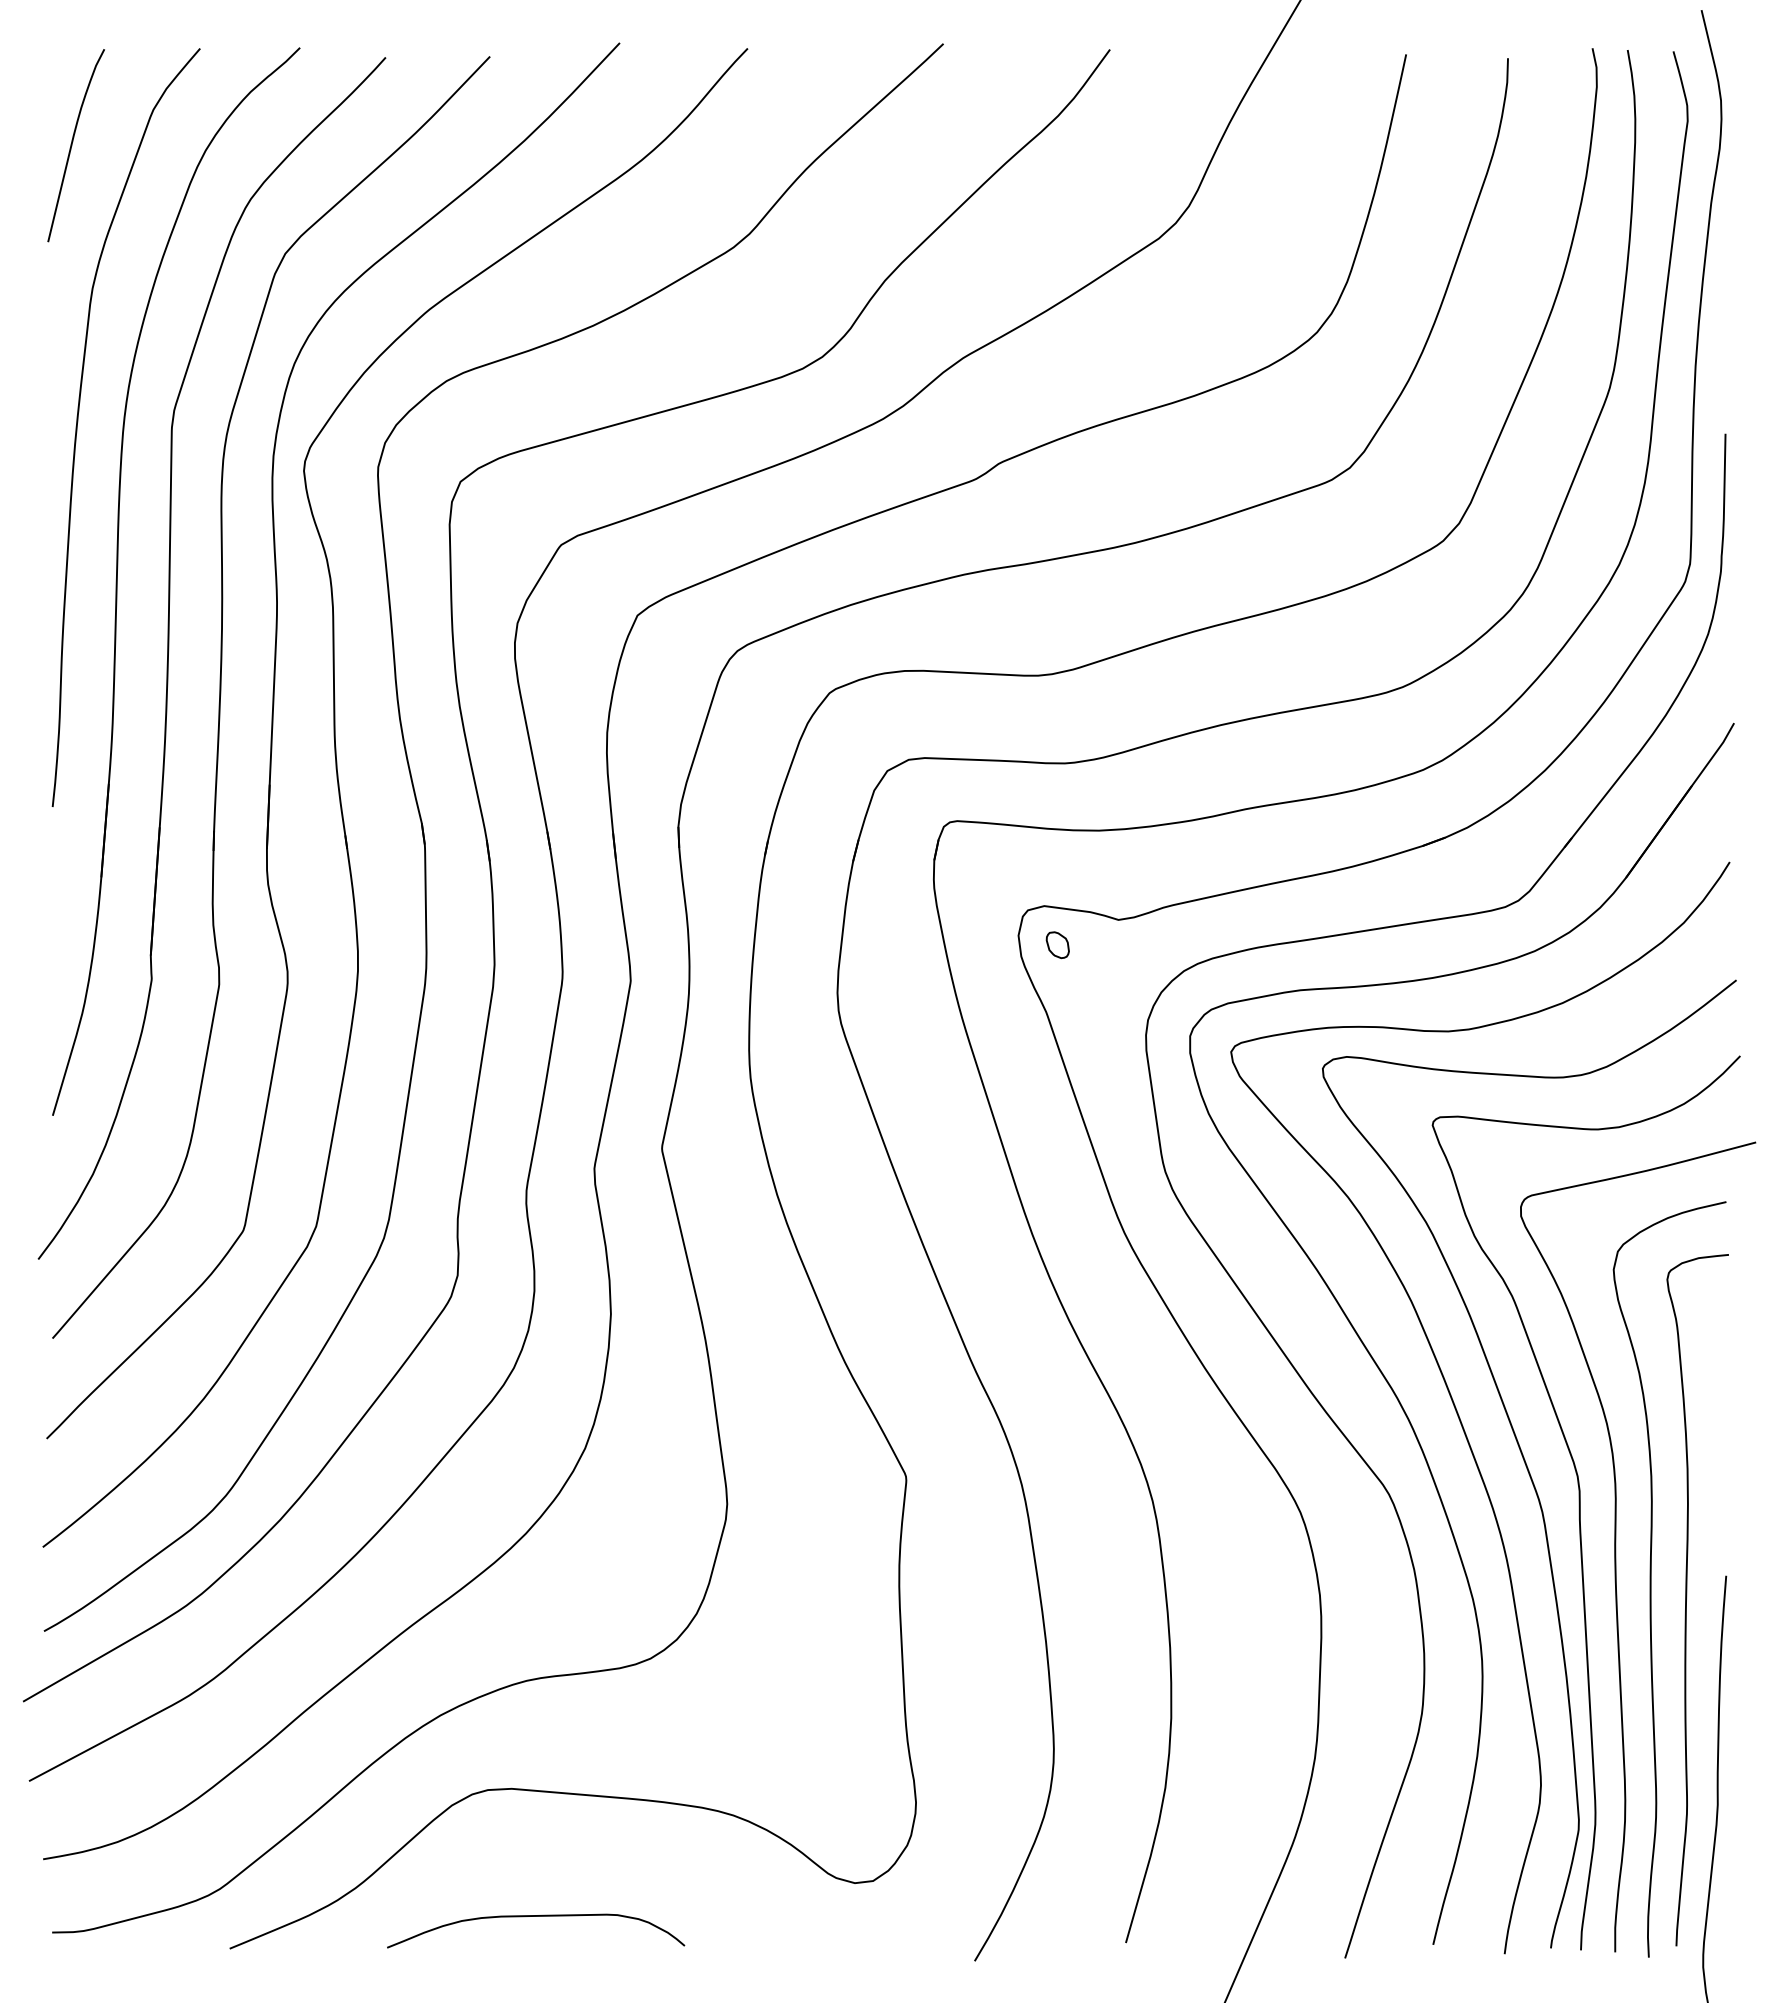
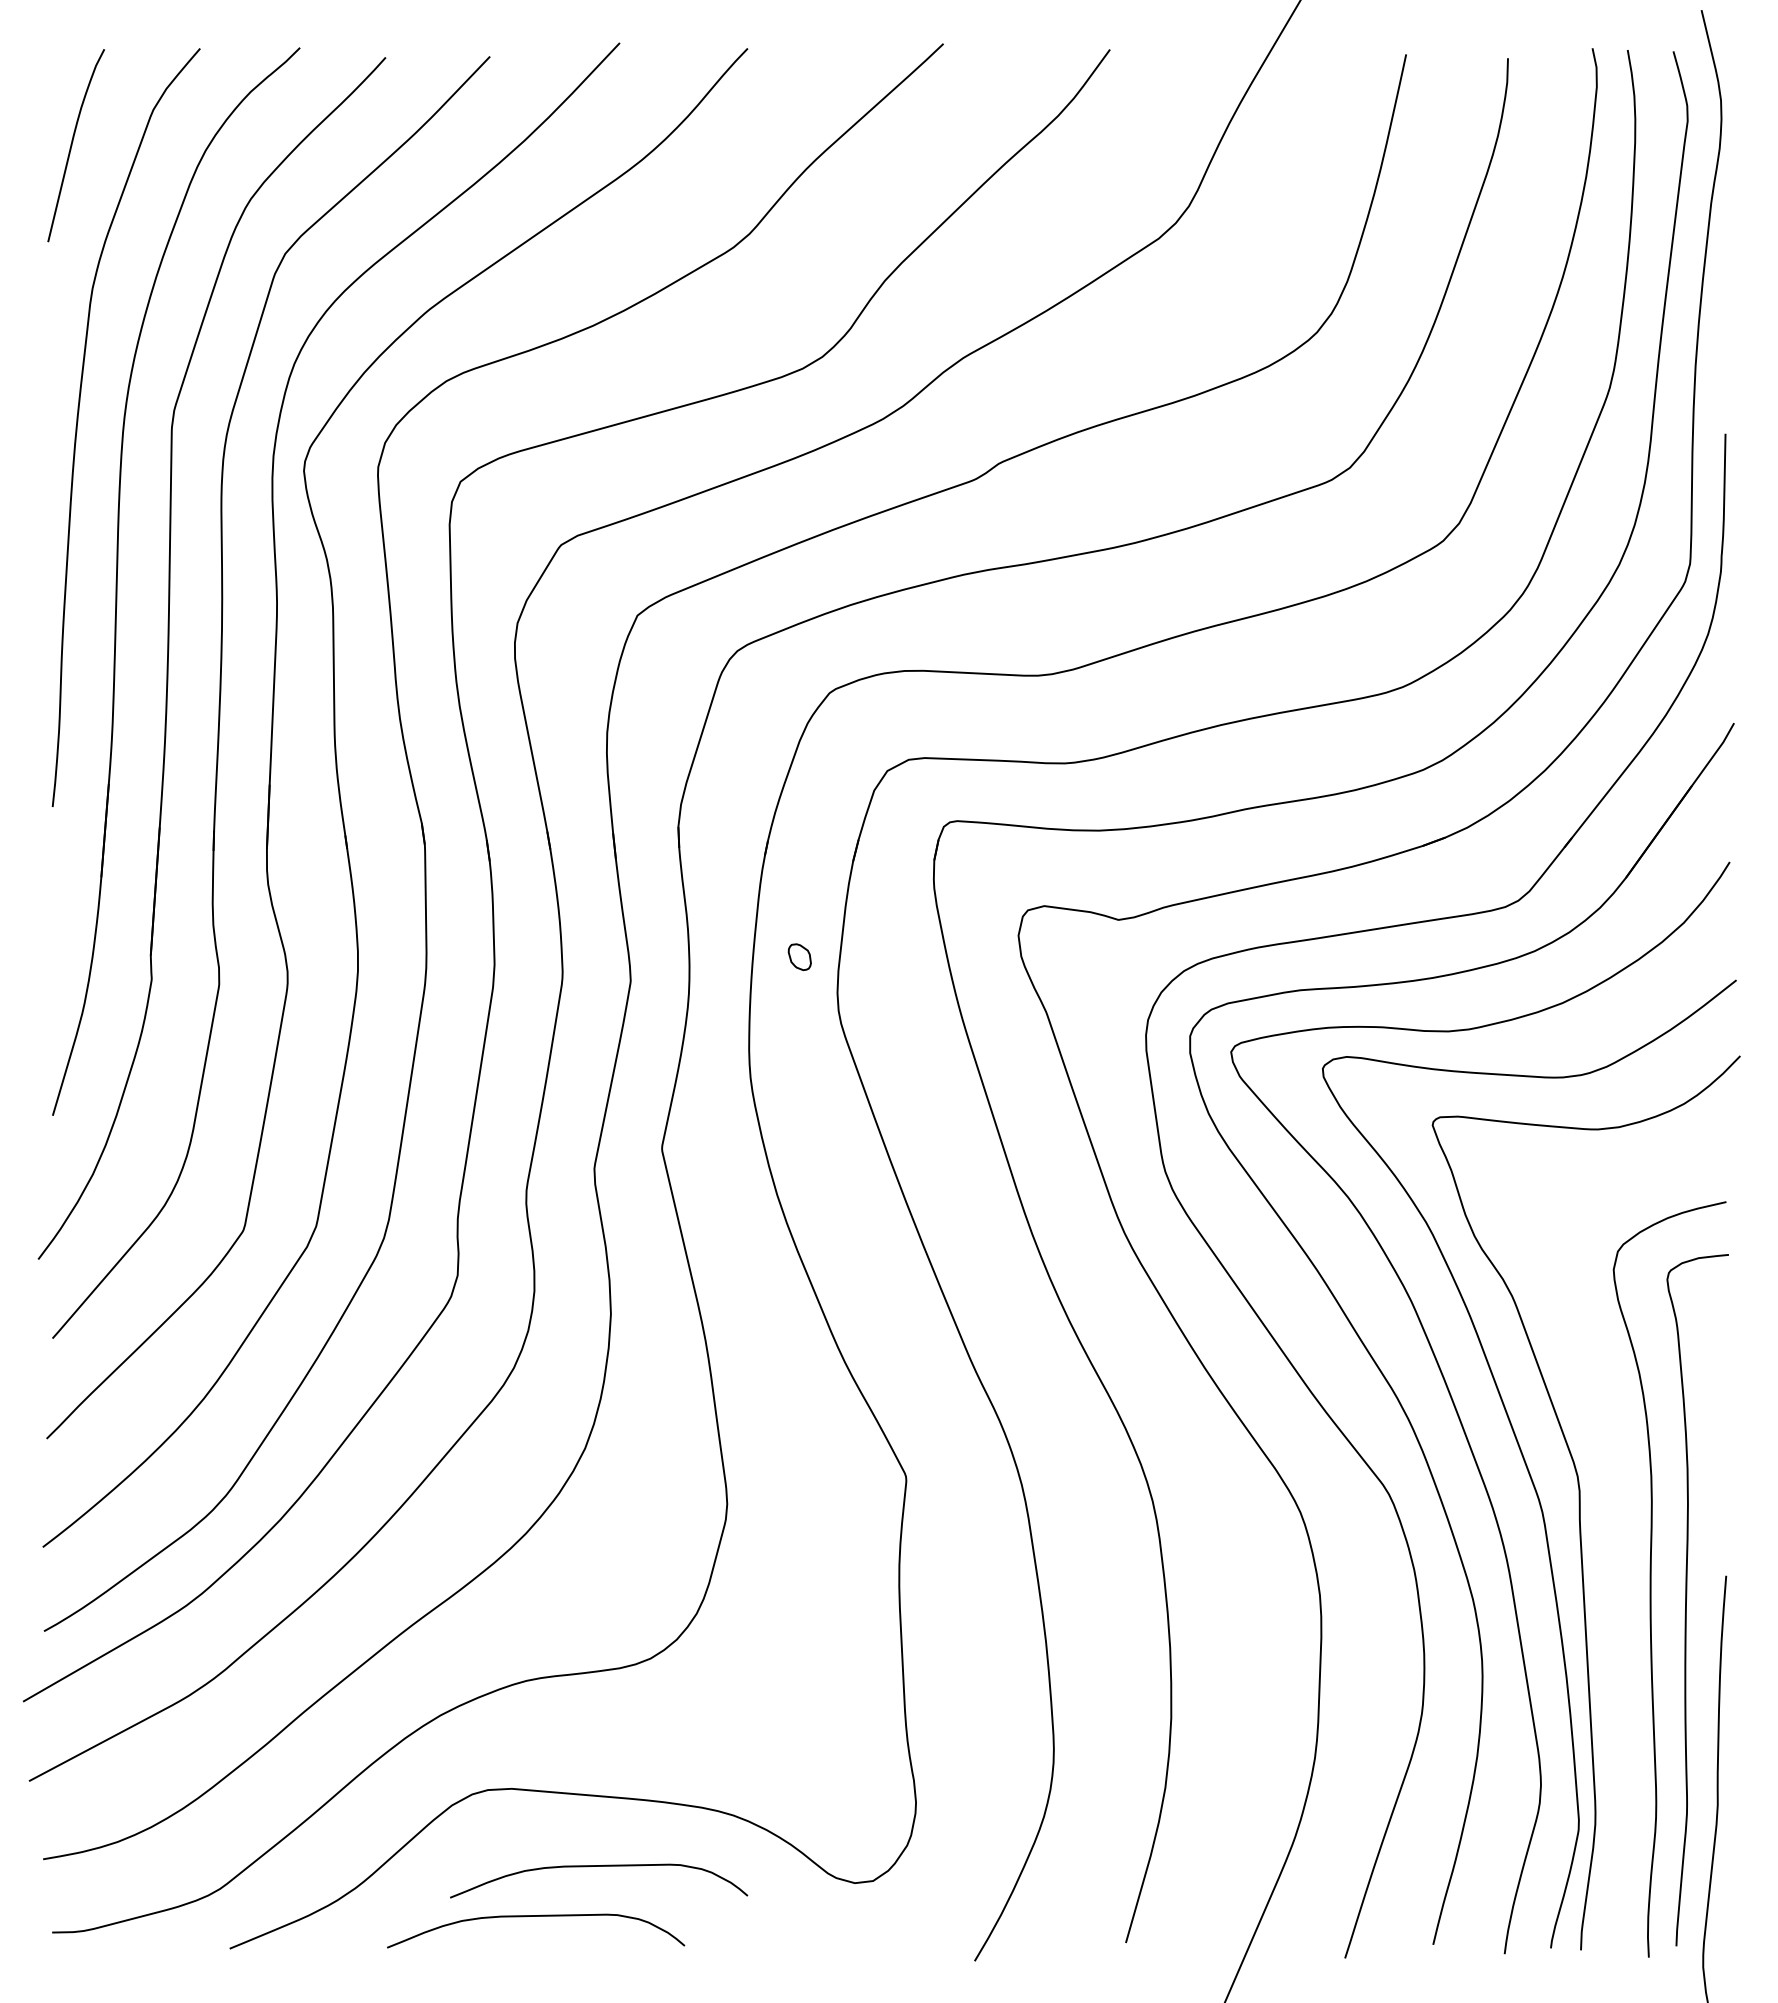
part at (1057, 945) position: (1057, 945) -> (799, 957)
curve at (1616, 1546): present -> none
curve at (599, 1866): none -> present
